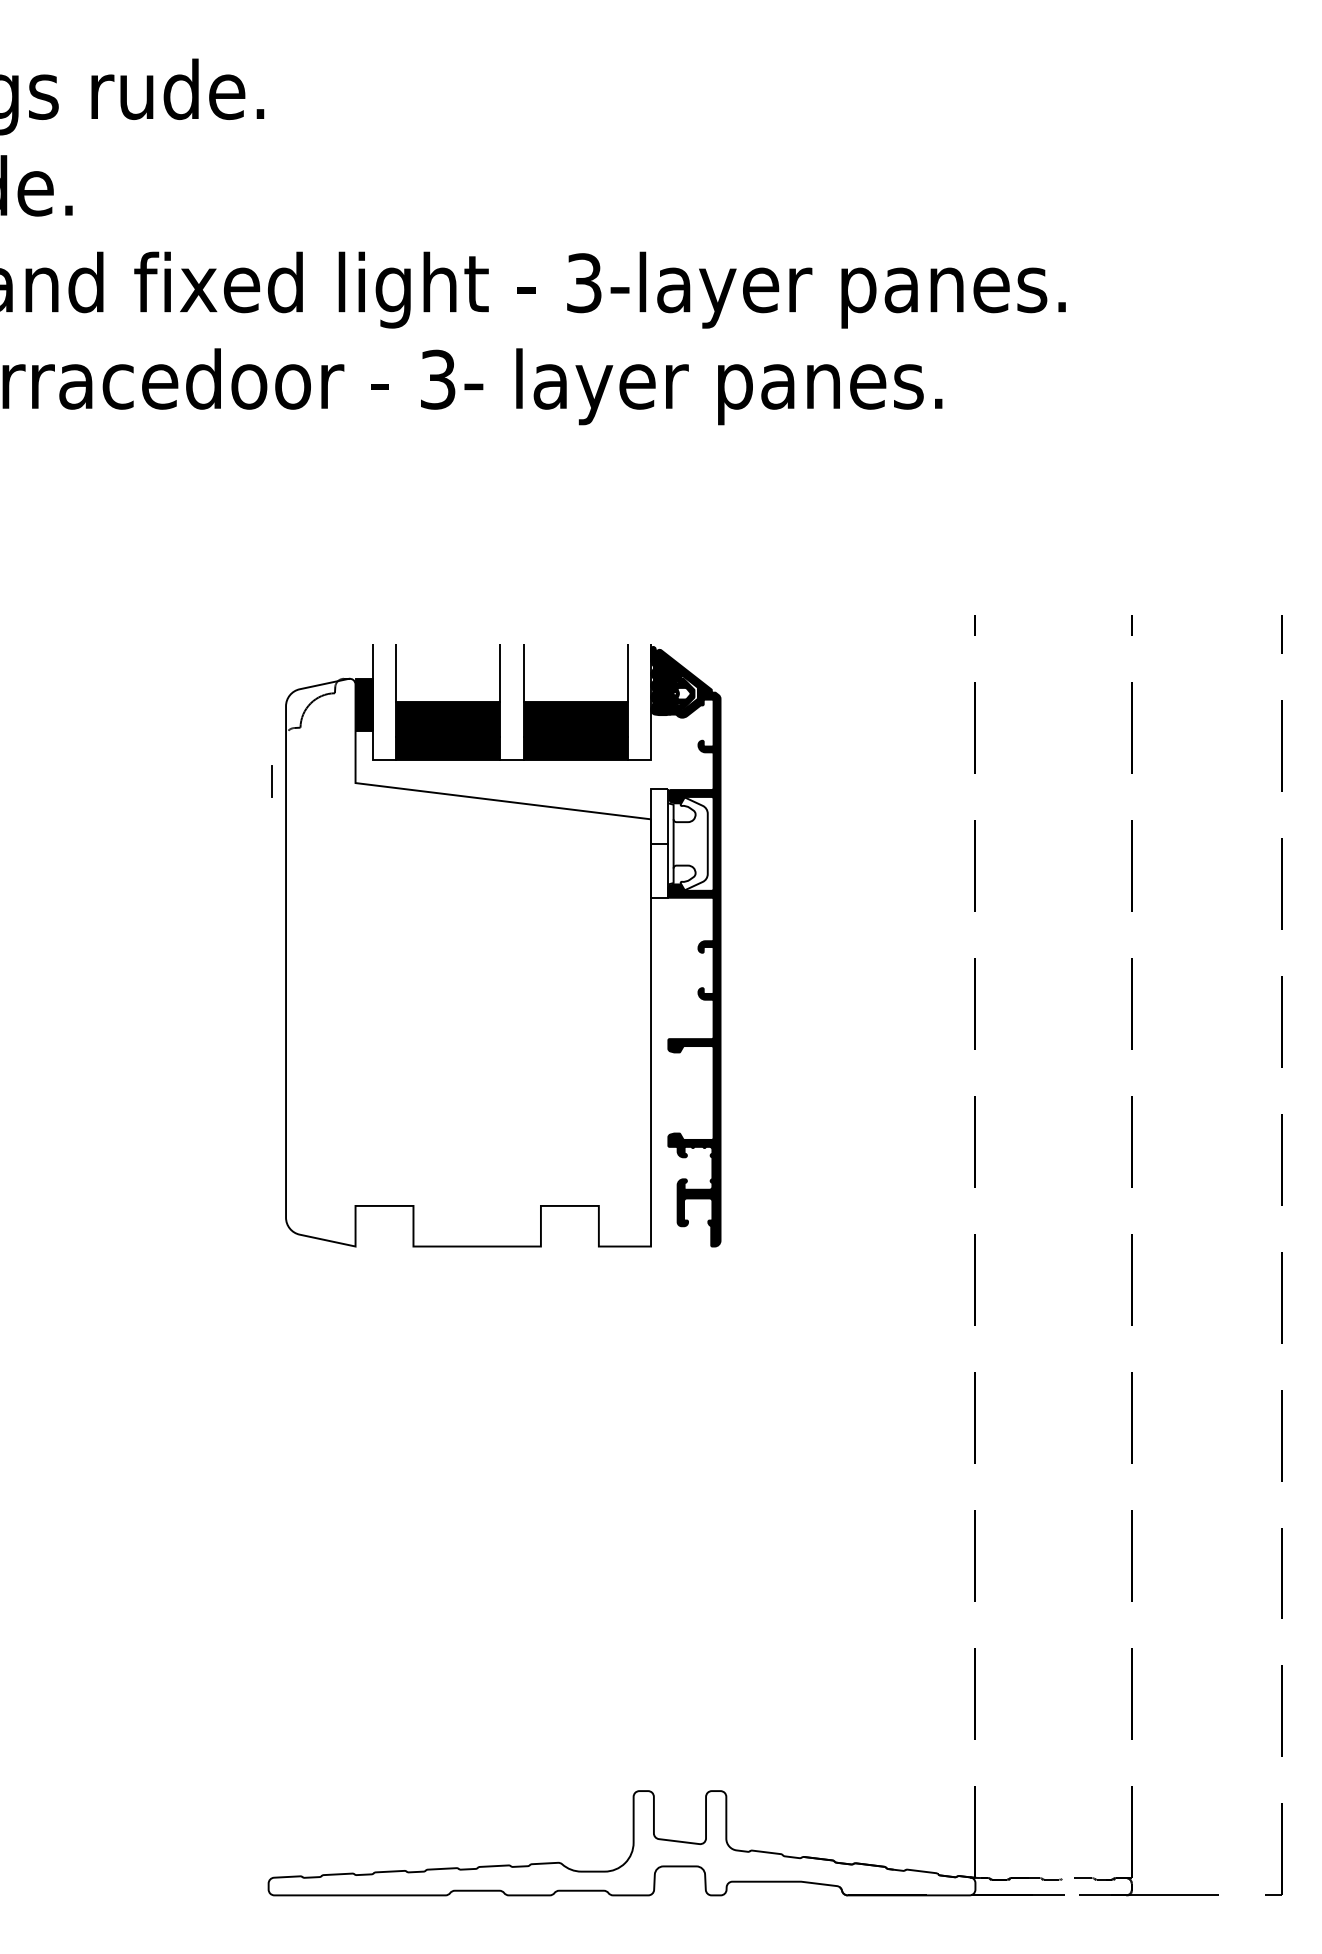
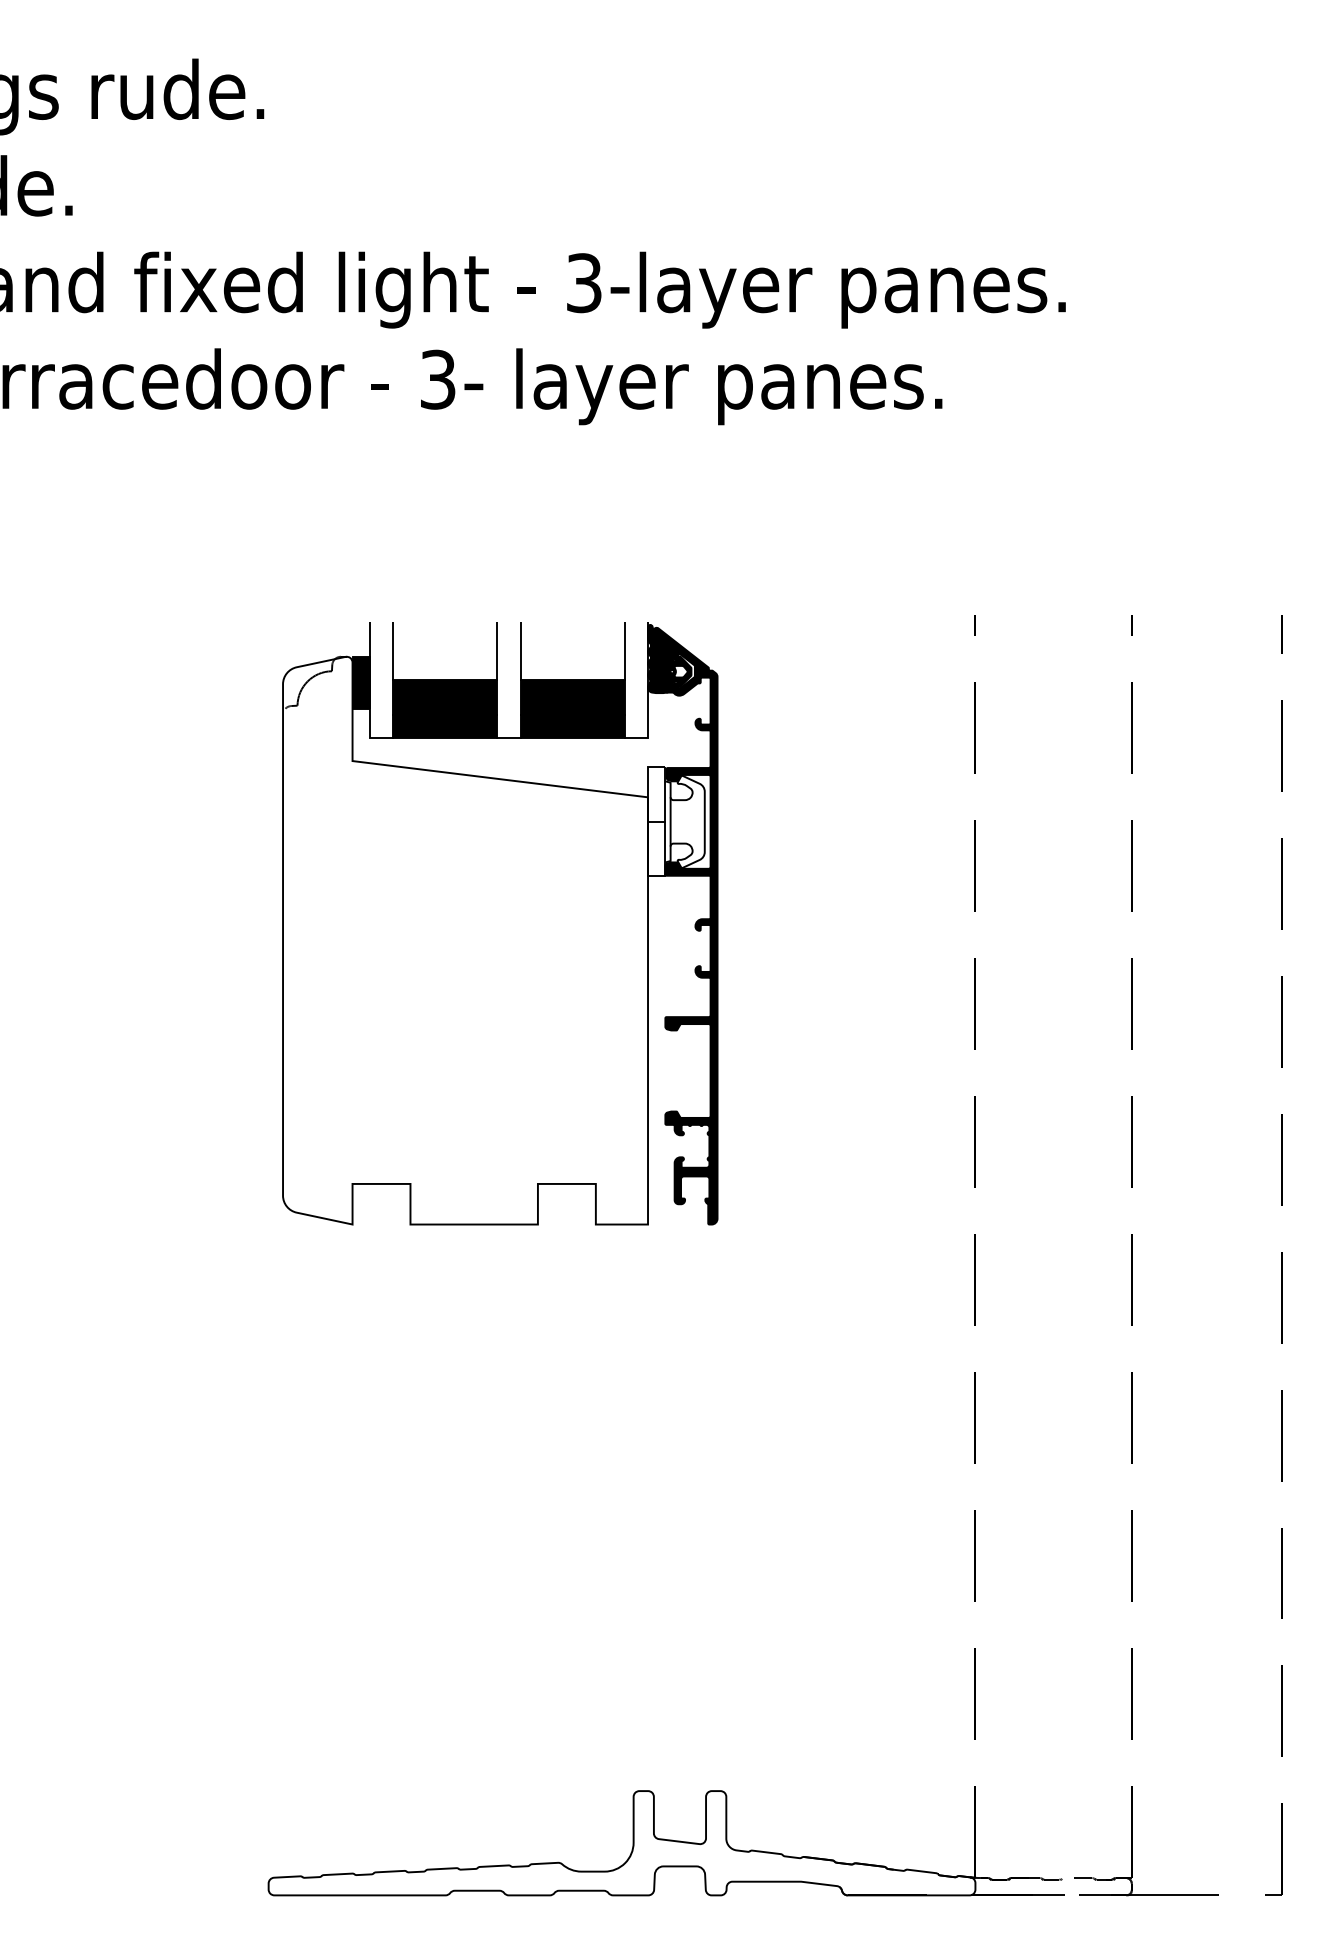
line at (271, 781): present -> none
part at (503, 945) position: (503, 945) -> (500, 923)
